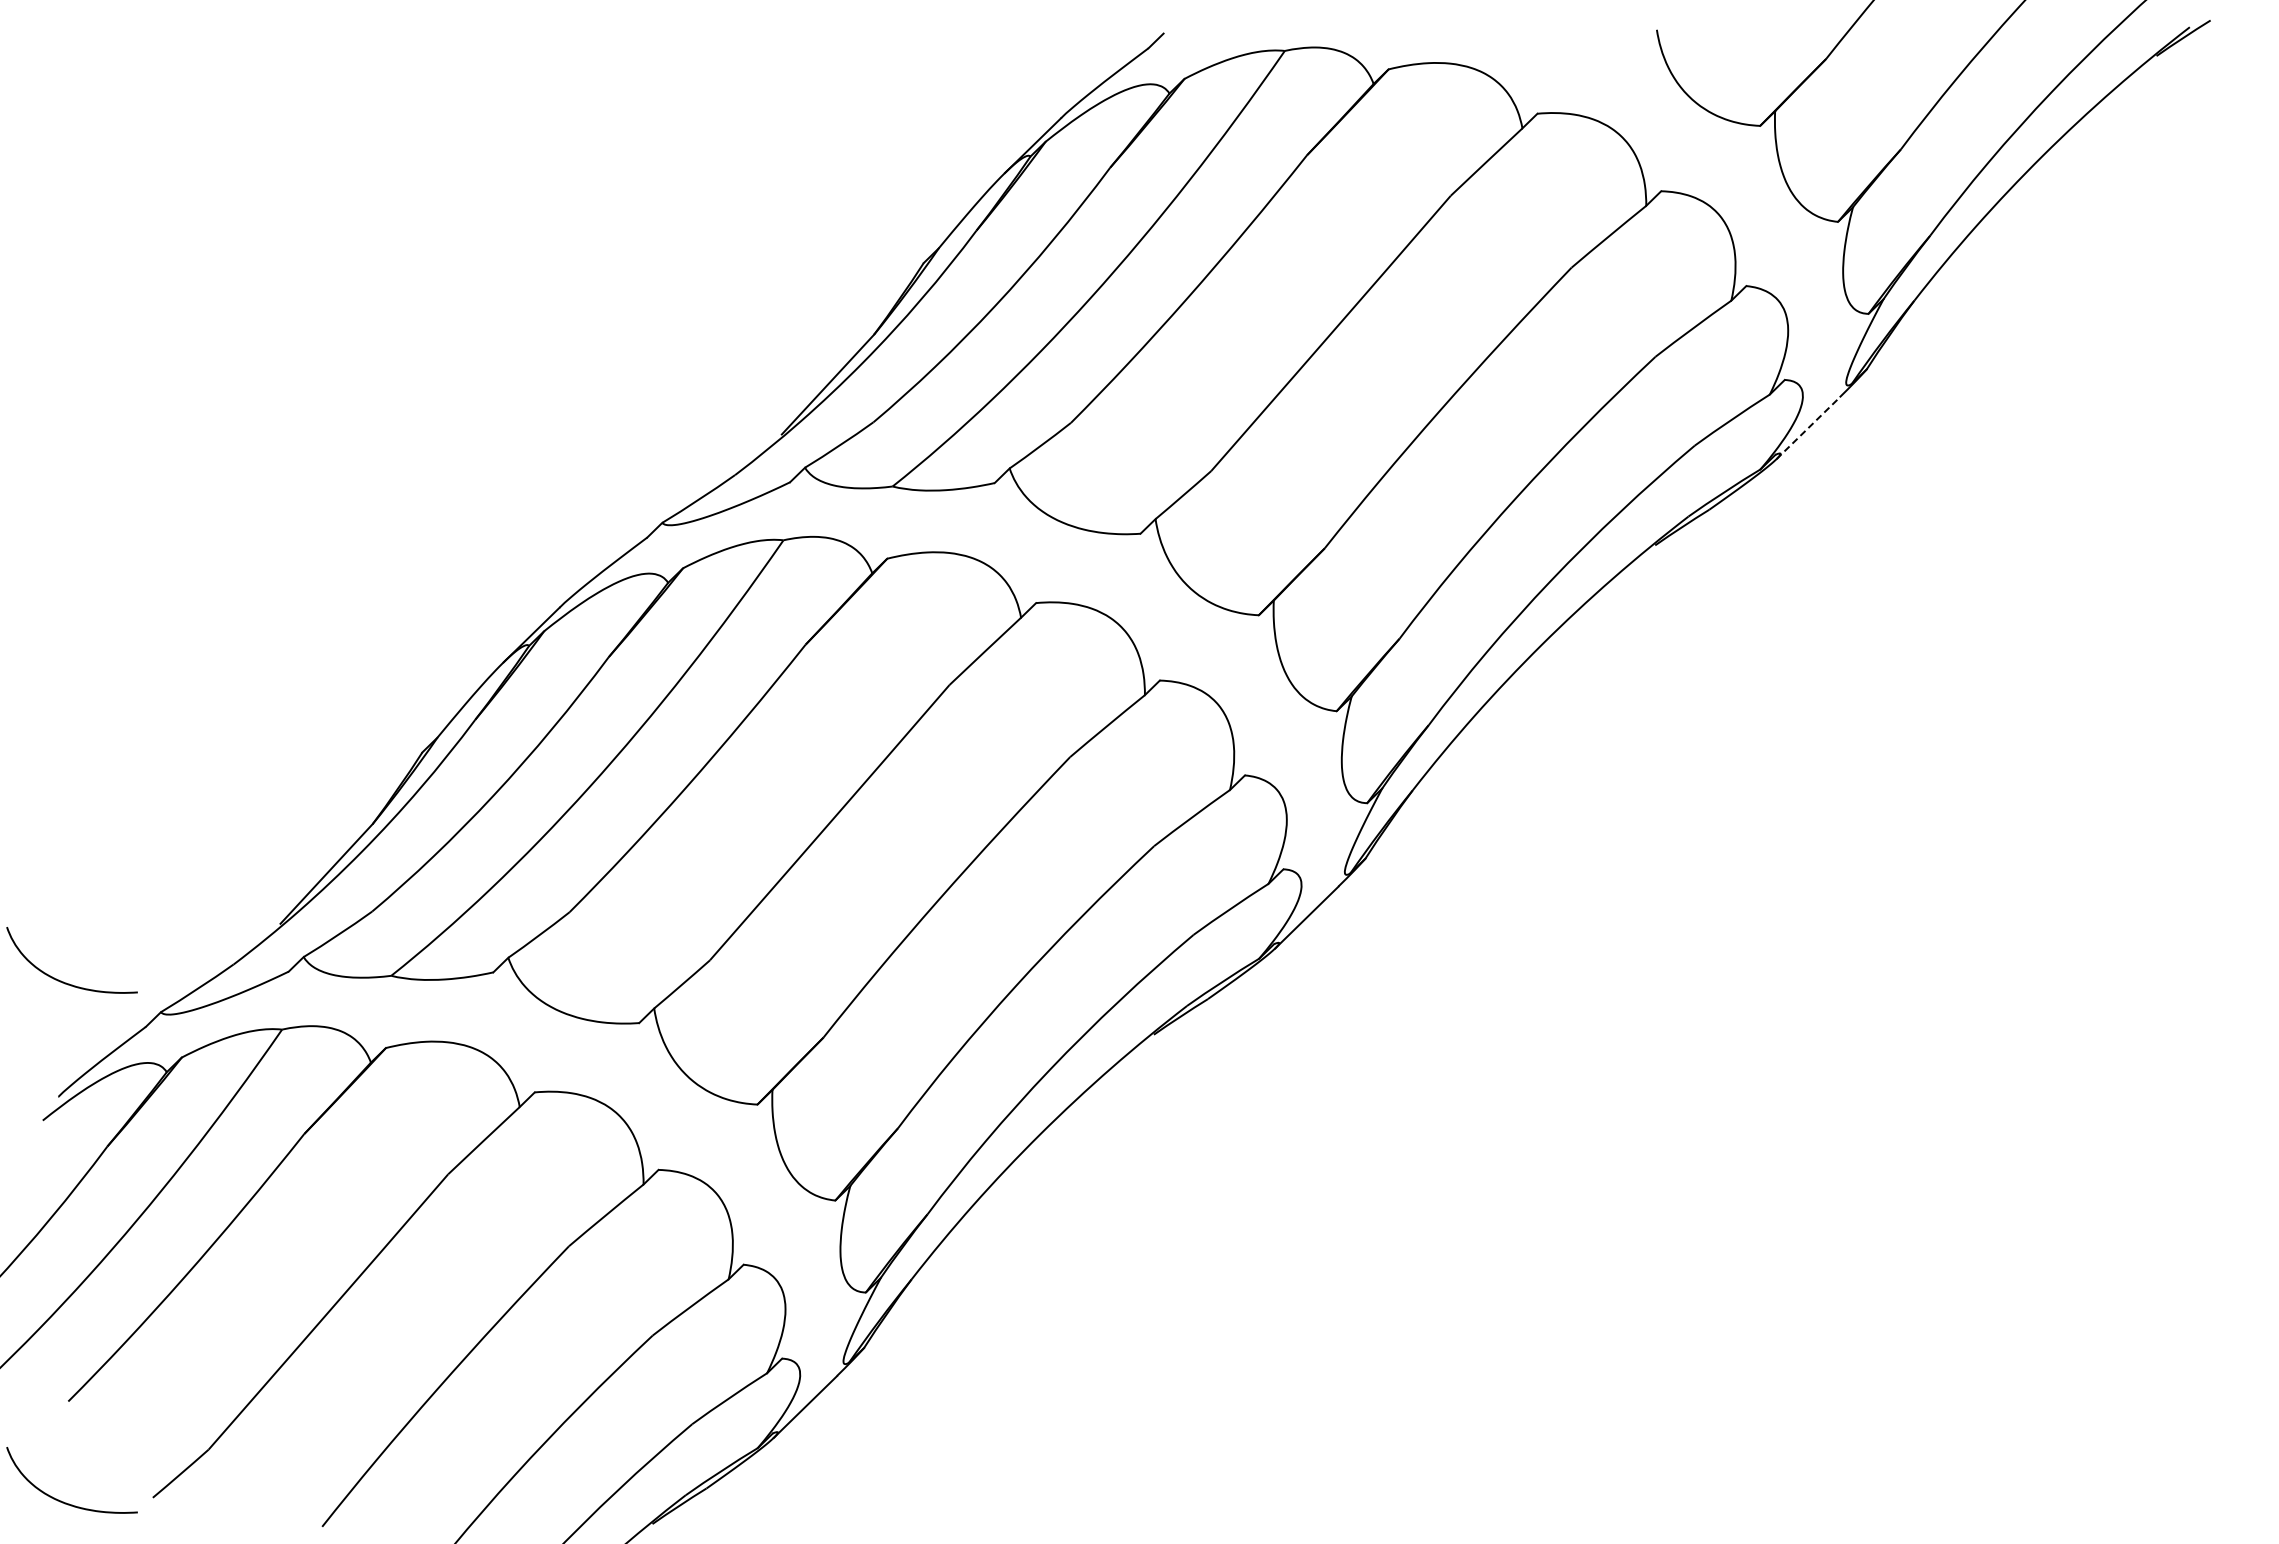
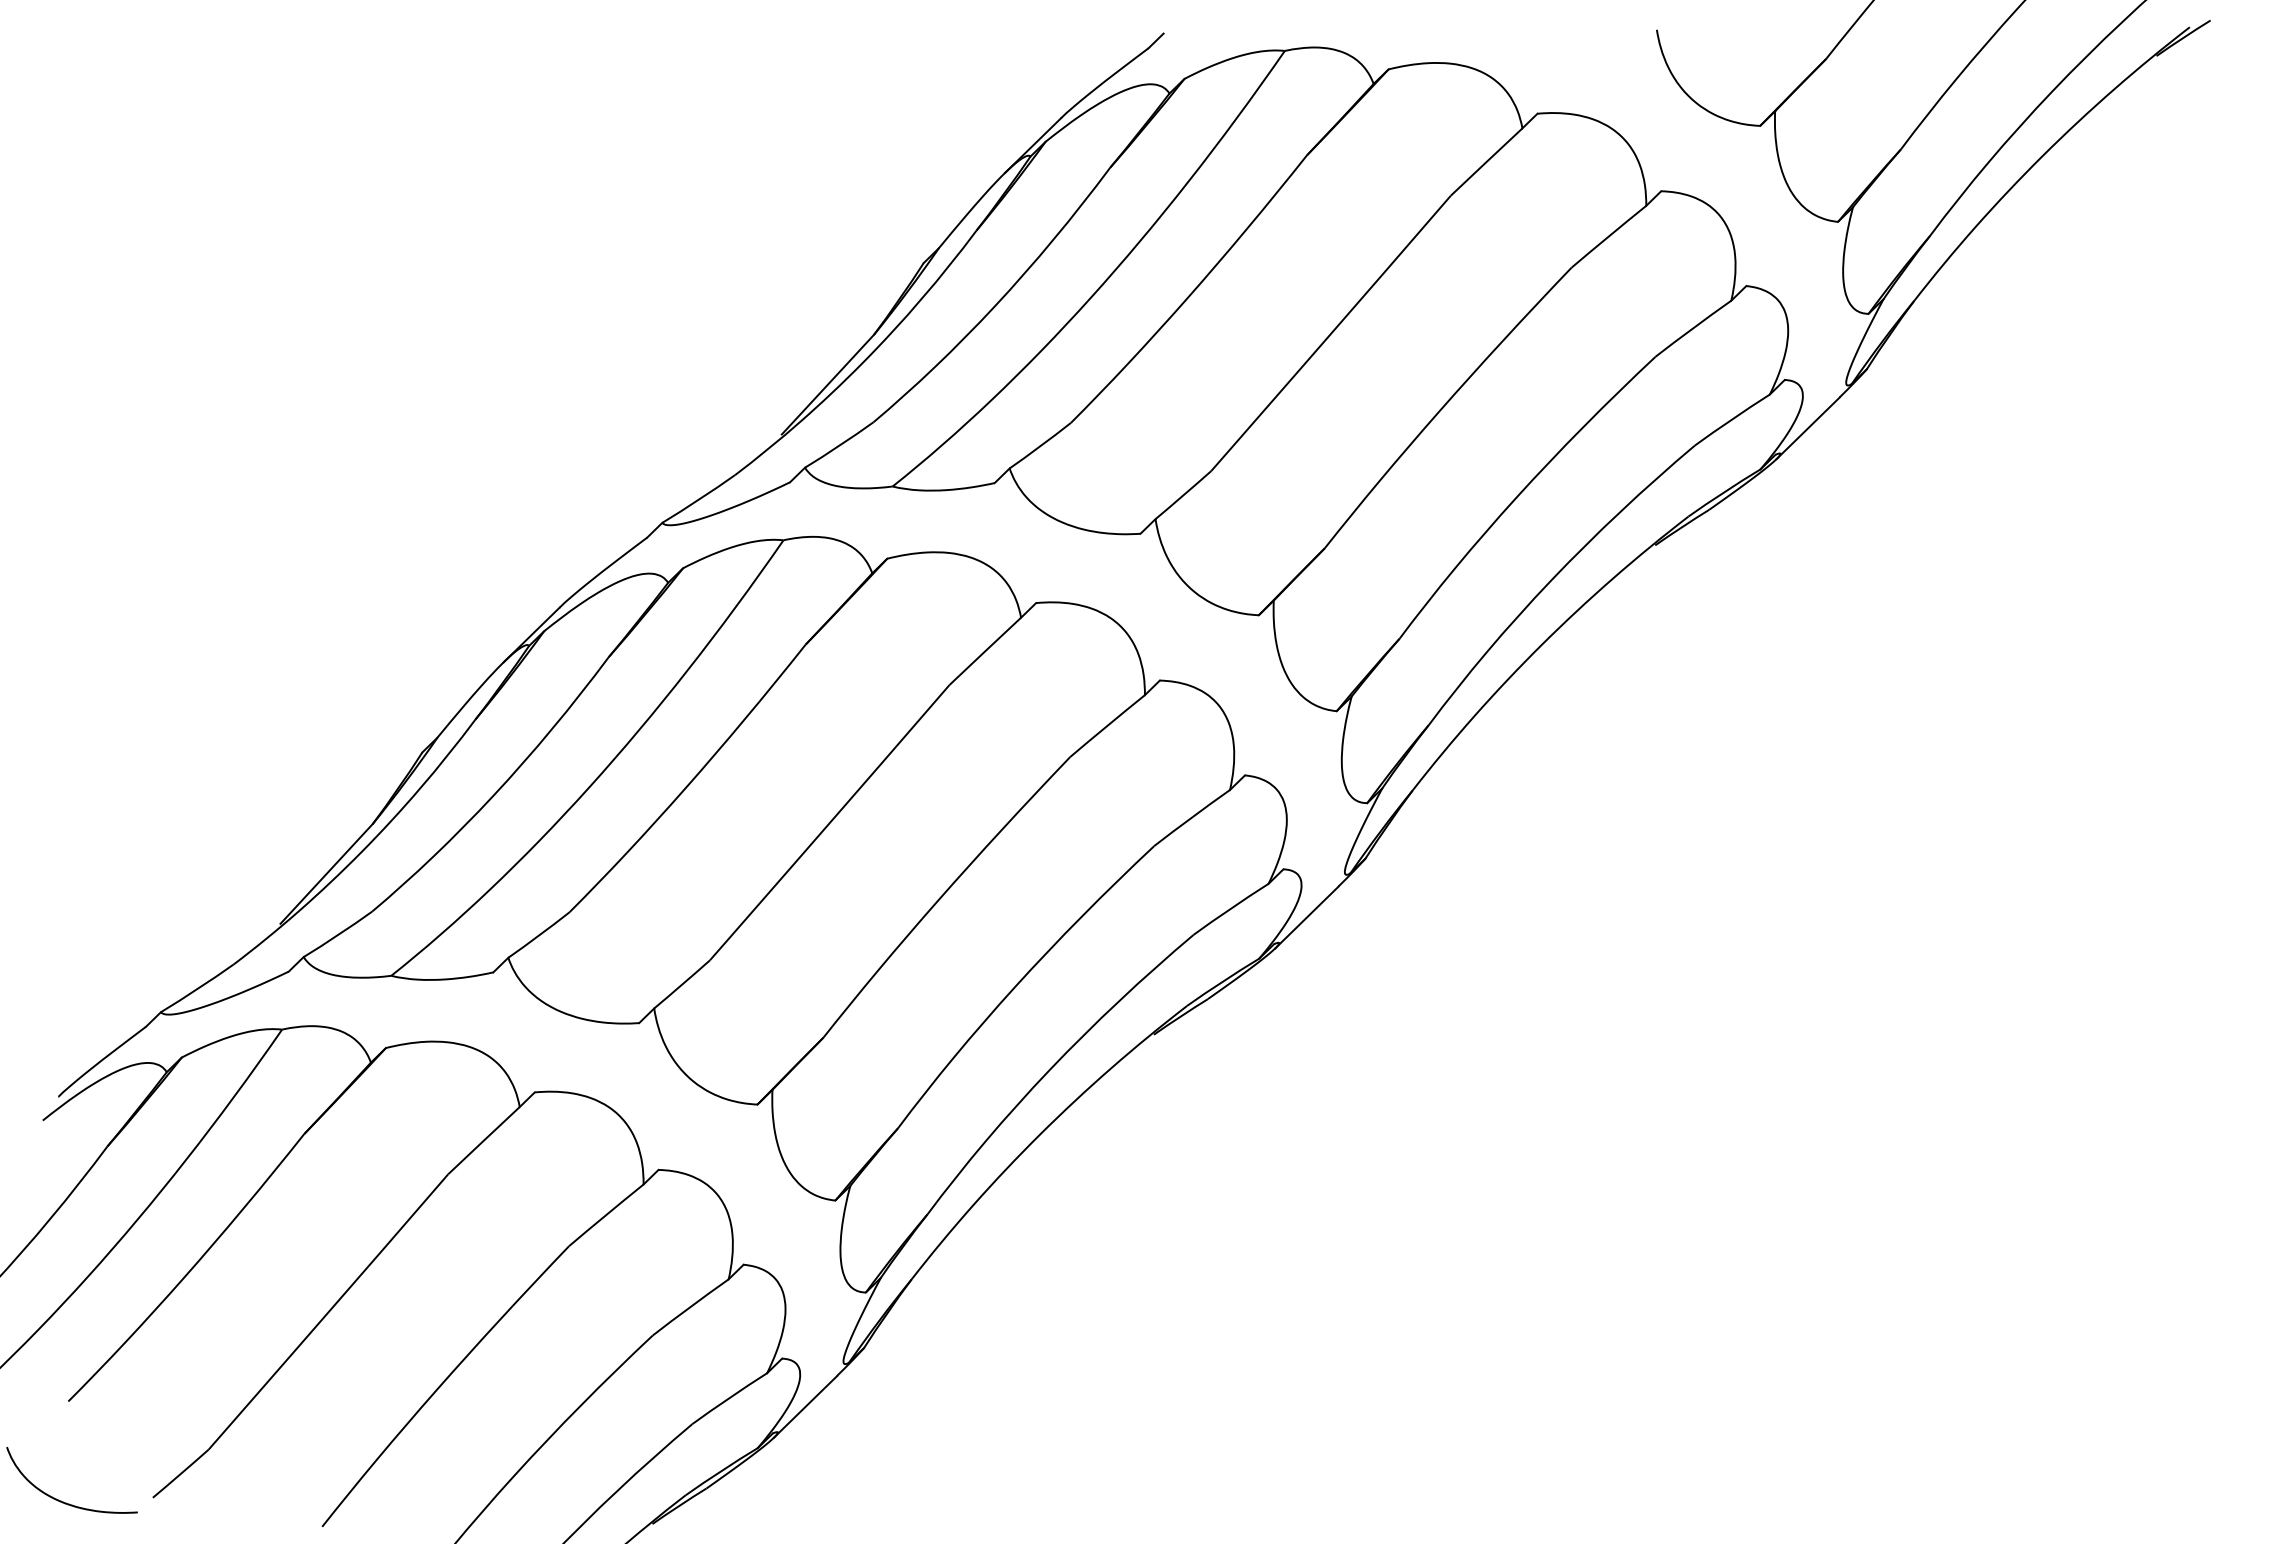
line at (1808, 427): dashed -> solid
curve at (61, 980): present -> none
